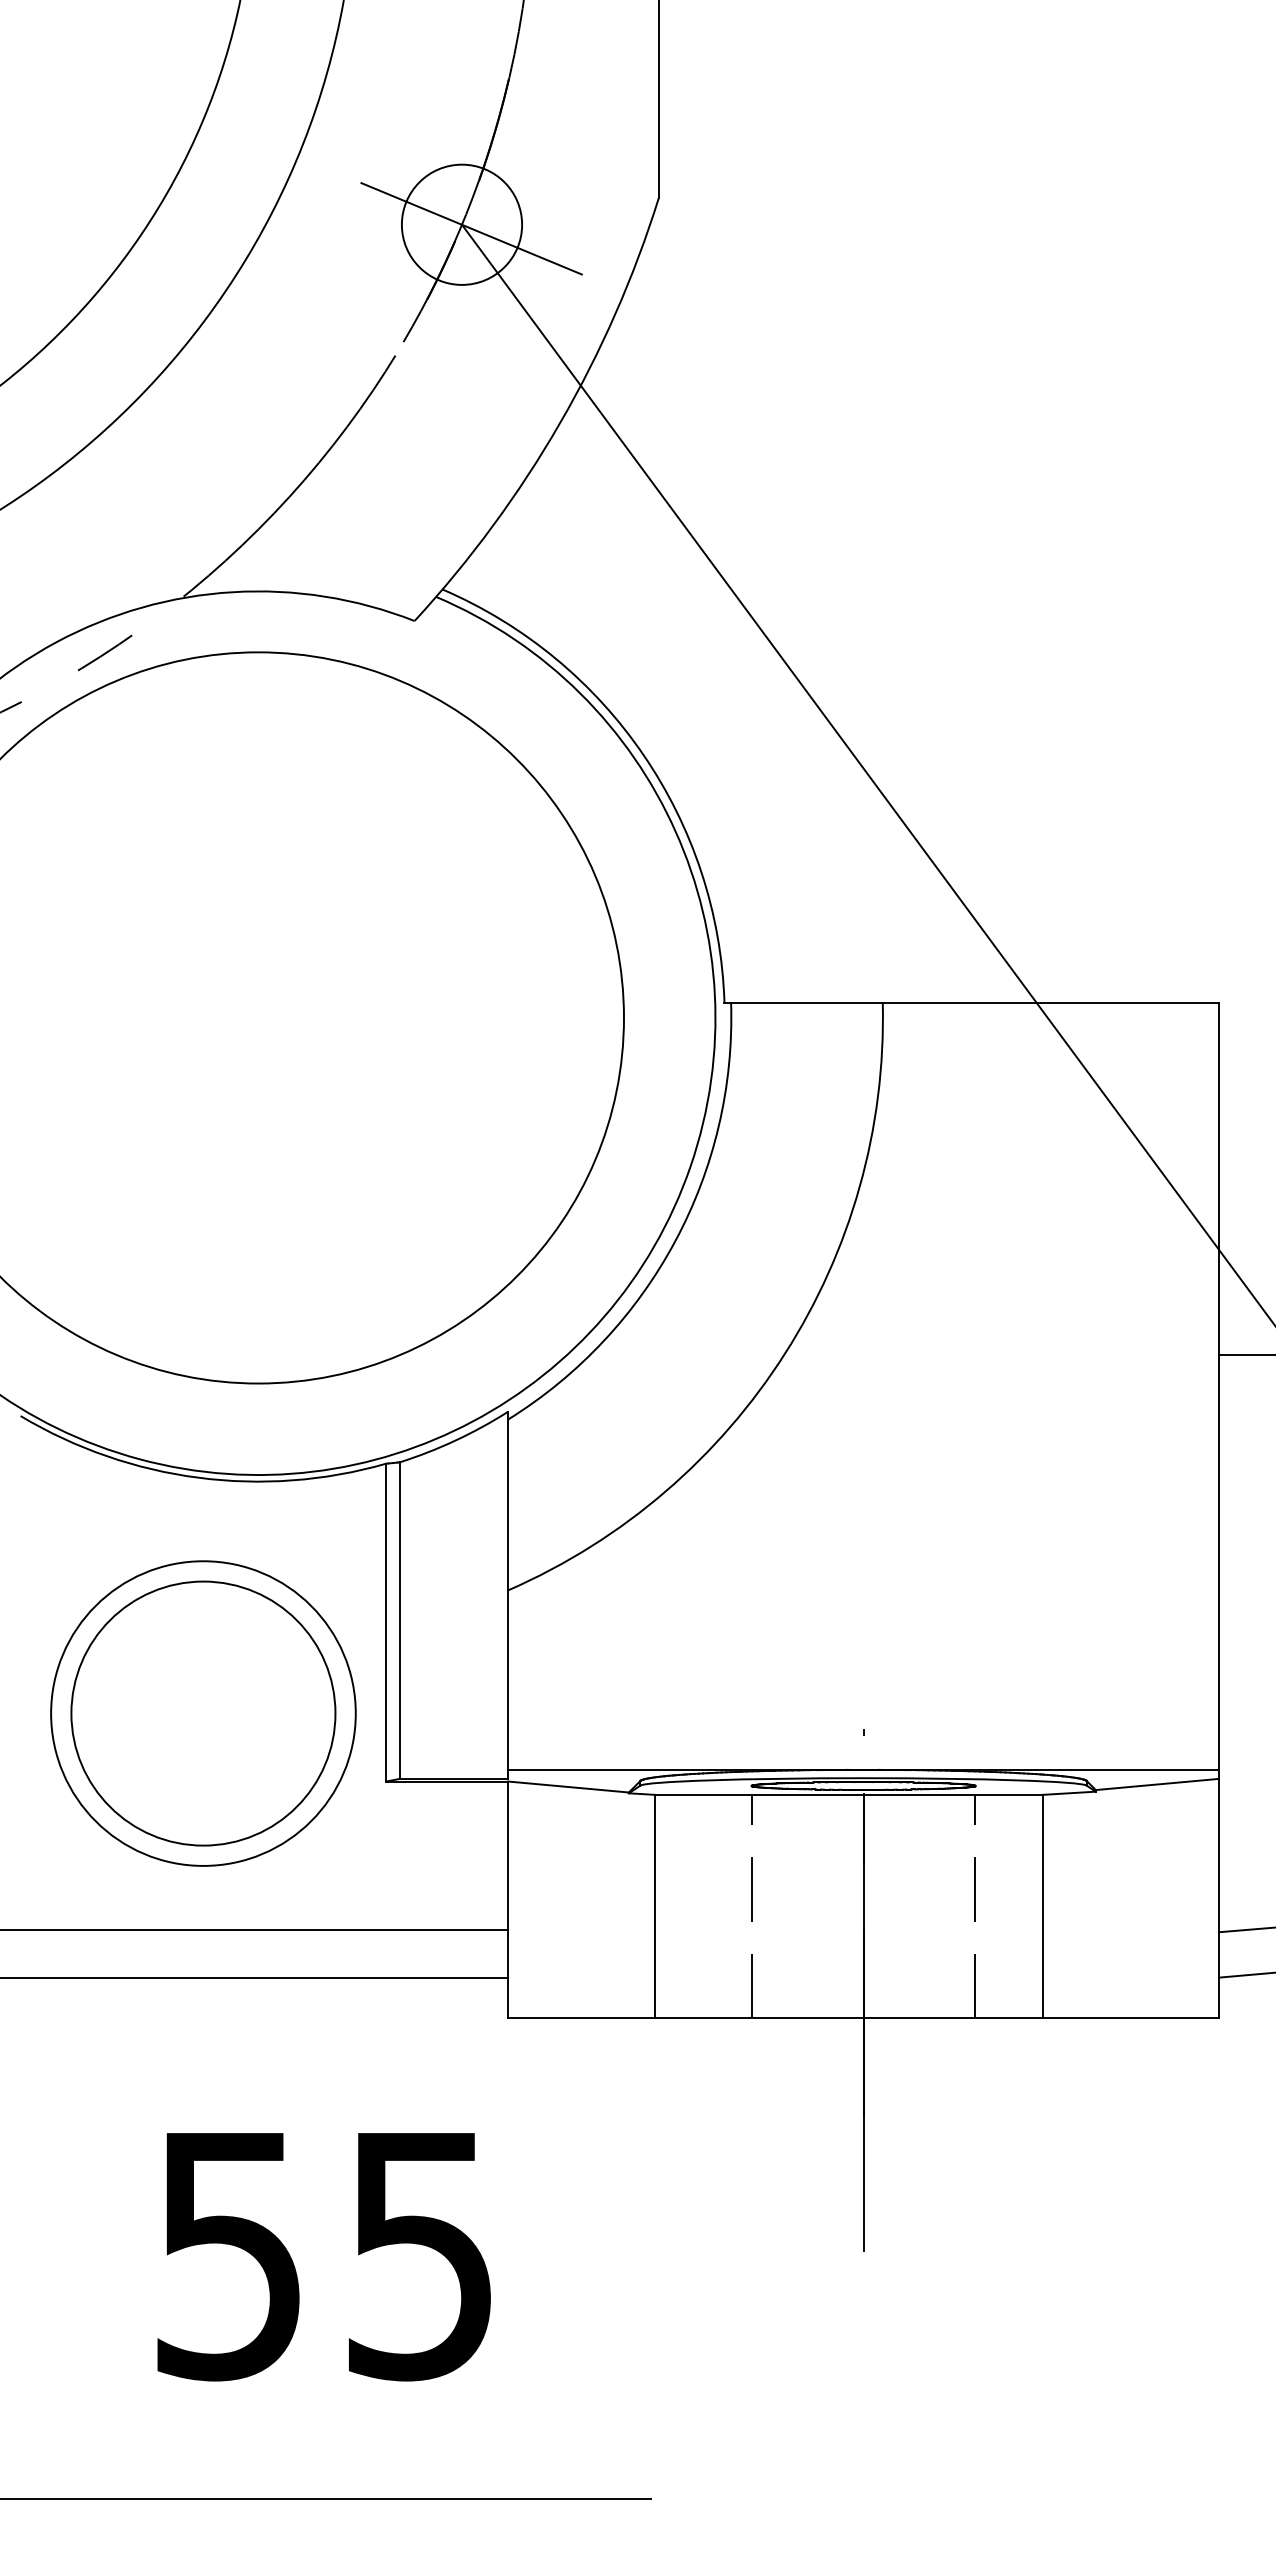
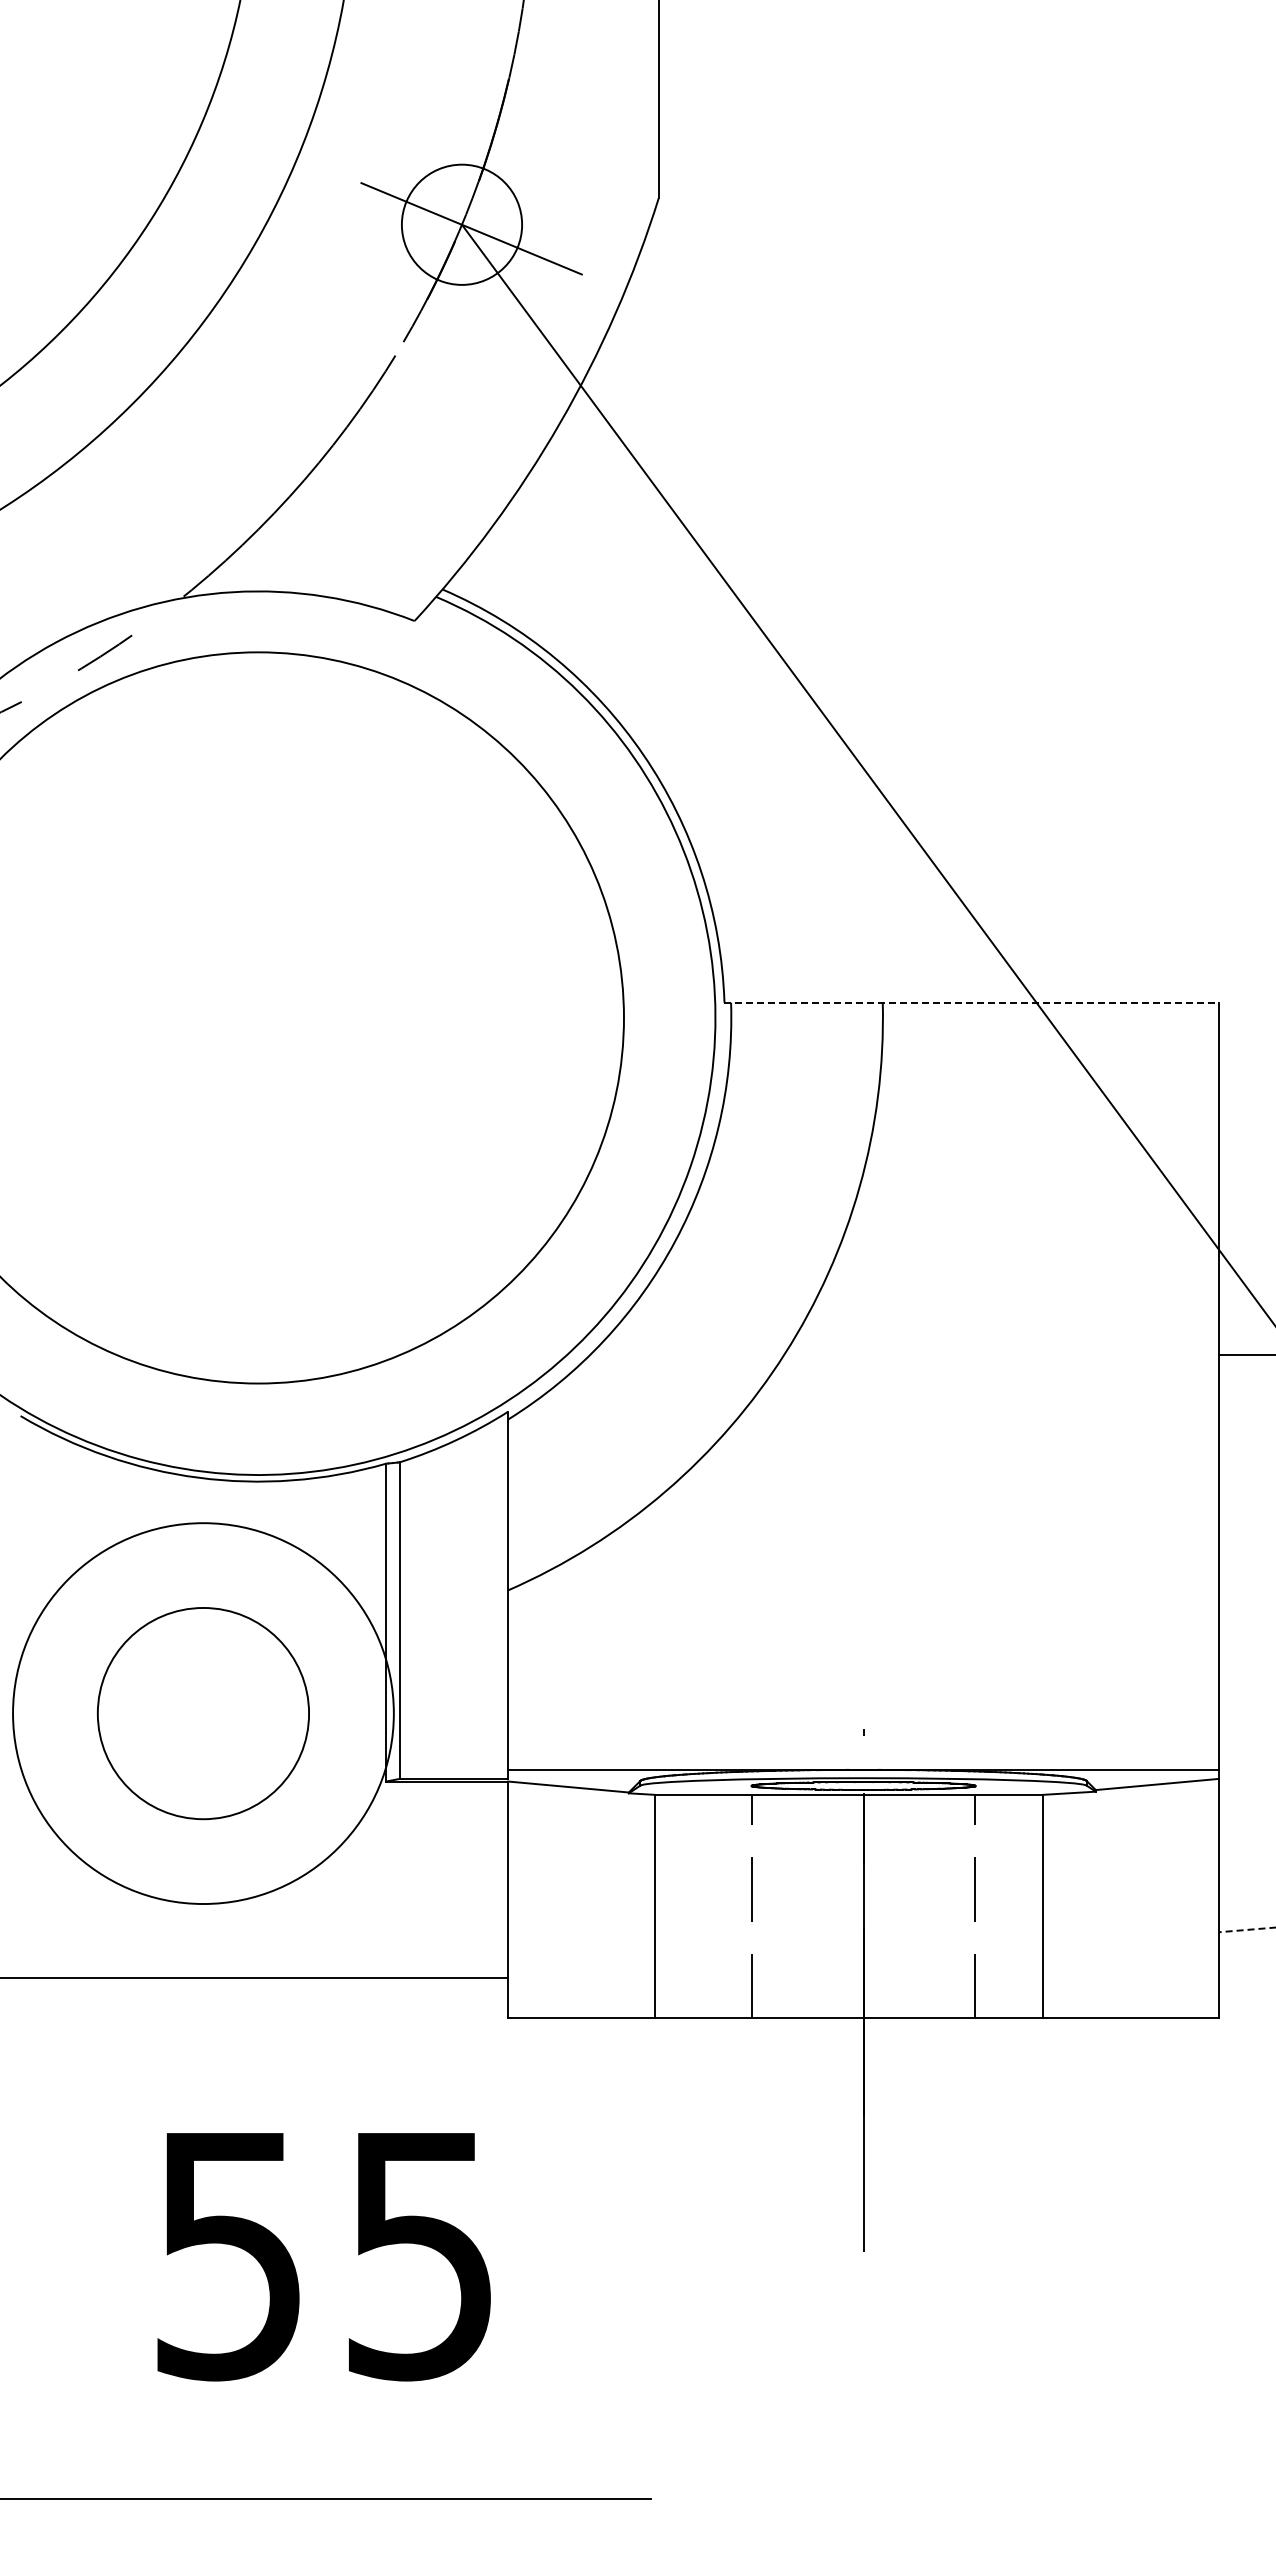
line at (972, 1002): solid -> dashed
circle at (203, 1713) diameter: 264 px -> 211 px
circle at (203, 1713) diameter: 305 px -> 381 px
line at (255, 1929): present -> none
line at (1246, 1929): solid -> dashed
line at (1245, 1974): present -> none
